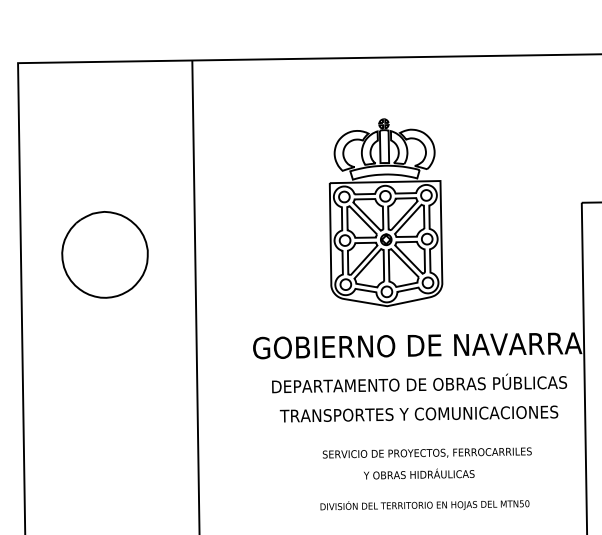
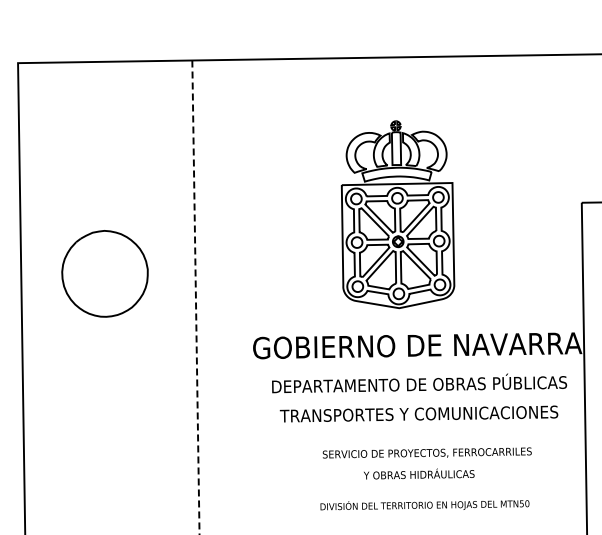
part at (385, 212) position: (385, 212) -> (397, 214)
part at (104, 254) position: (104, 254) -> (104, 273)
line at (195, 297): solid -> dashed
